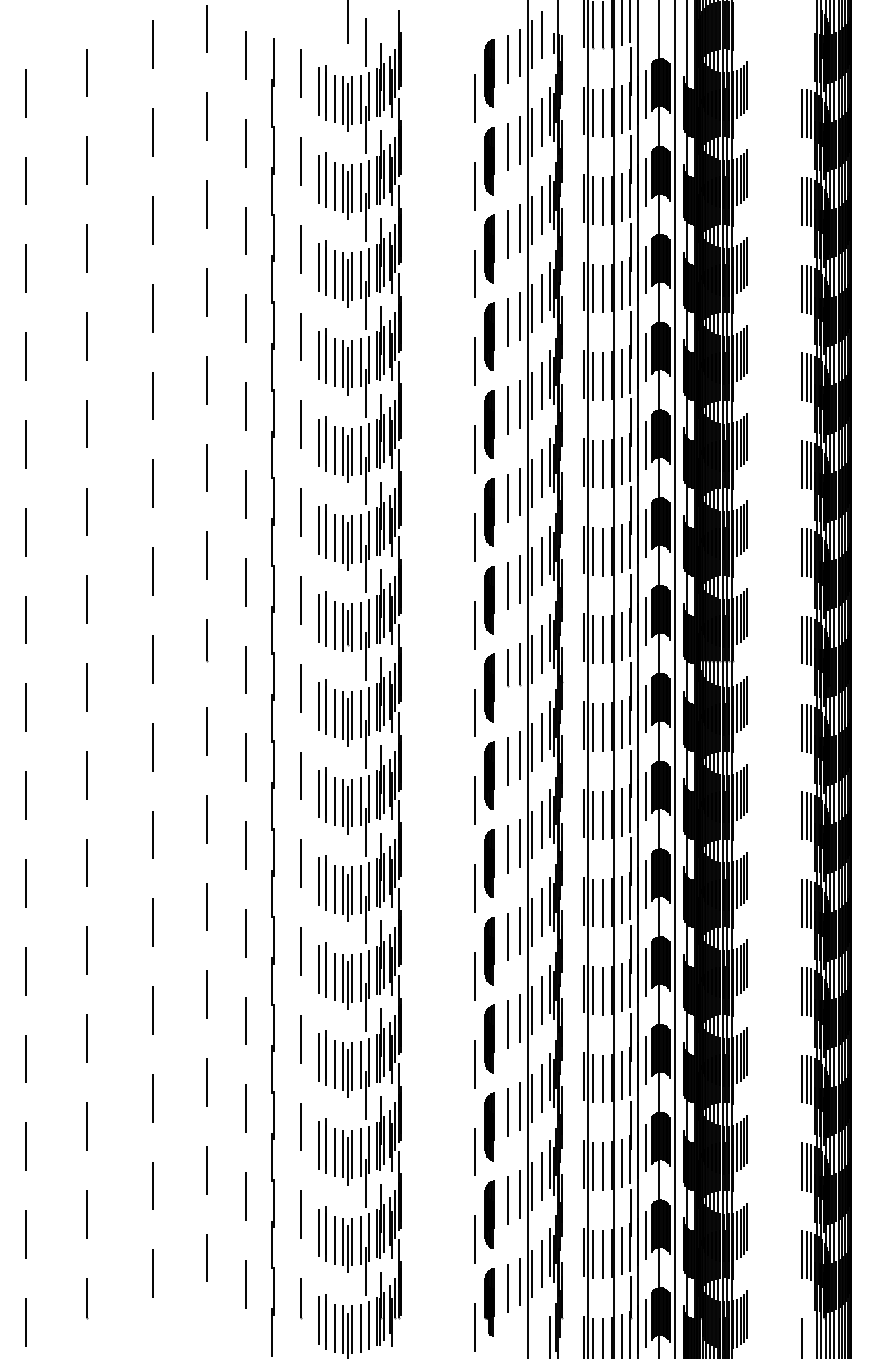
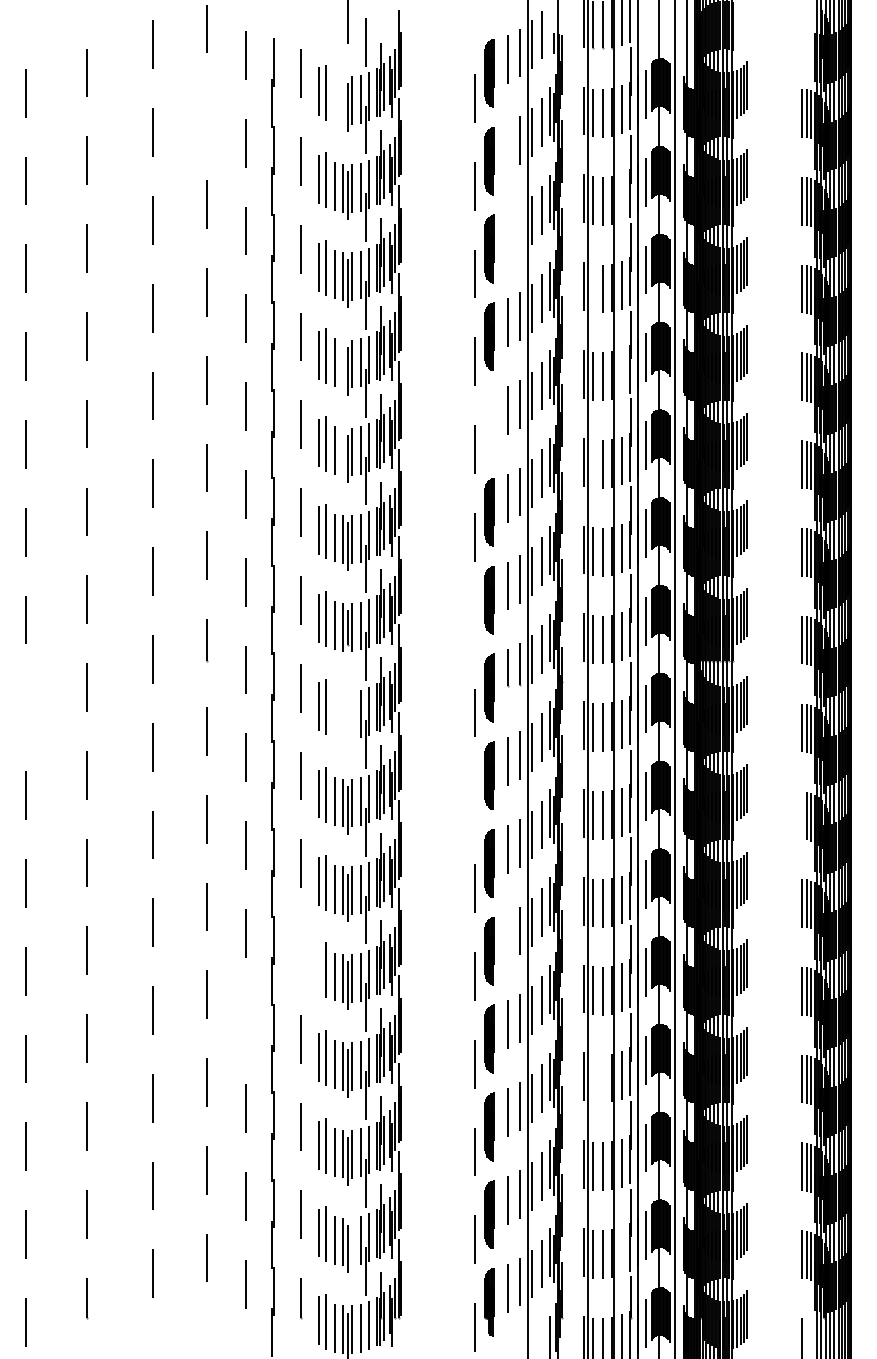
line at (334, 98): present -> none
line at (343, 100): present -> none
line at (206, 116): present -> none
line at (507, 146): present -> none
line at (621, 197): present -> none
line at (520, 228): present -> none
line at (507, 234): present -> none
line at (593, 288): present -> none
line at (343, 363): present -> none
line at (621, 372): present -> none
part at (489, 424): present -> none
line at (343, 451): present -> none
line at (593, 463): present -> none
line at (475, 624): present -> none
line at (26, 707): present -> none
part at (343, 717): present -> none
line at (475, 800): present -> none
line at (802, 815): present -> none
line at (507, 936): present -> none
line at (301, 951): present -> none
line at (318, 969): present -> none
line at (245, 1020): present -> none
line at (593, 1078): present -> none
line at (602, 1078): present -> none
line at (352, 1241): present -> none
line at (621, 1250): present -> none
